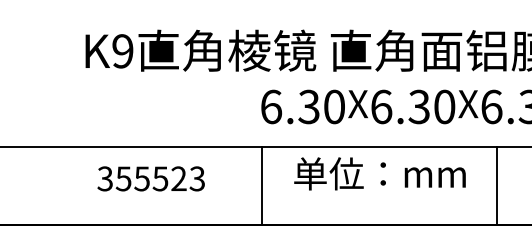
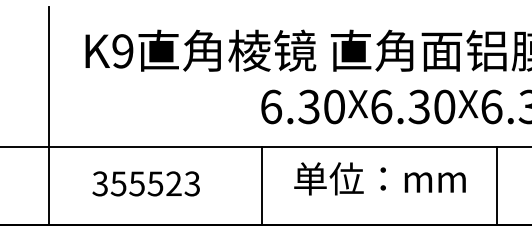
line at (48, 115): none -> present
text at (379, 173) position: (379, 173) -> (379, 178)
text at (150, 178) position: (150, 178) -> (145, 183)
